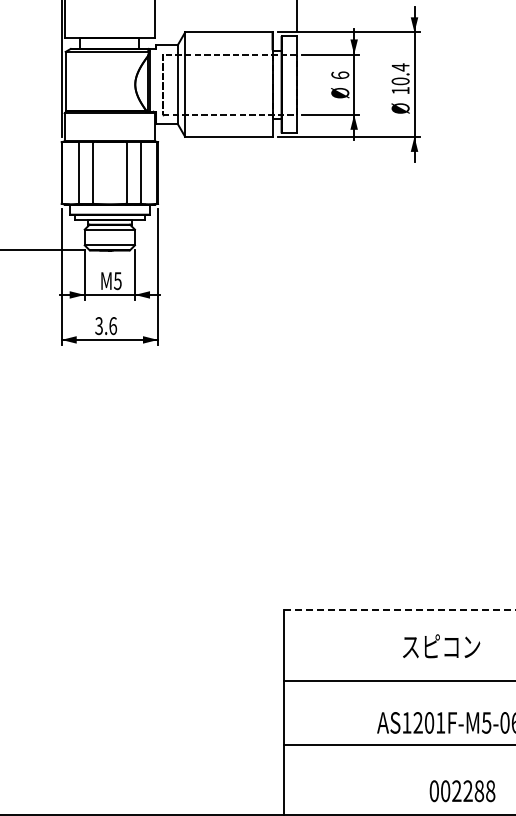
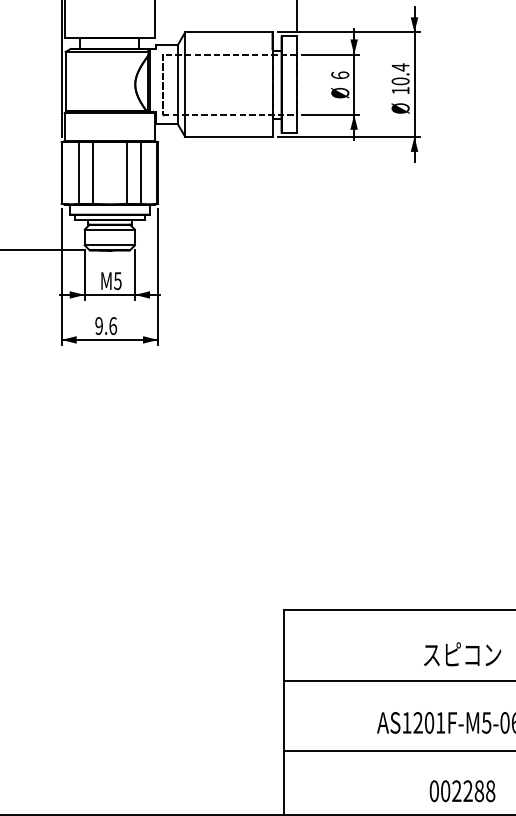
text at (98, 325): 3.6 -> 9.6
line at (400, 610): dashed -> solid
text at (441, 646) position: (441, 646) -> (462, 654)
line at (398, 744) position: (398, 744) -> (398, 750)
